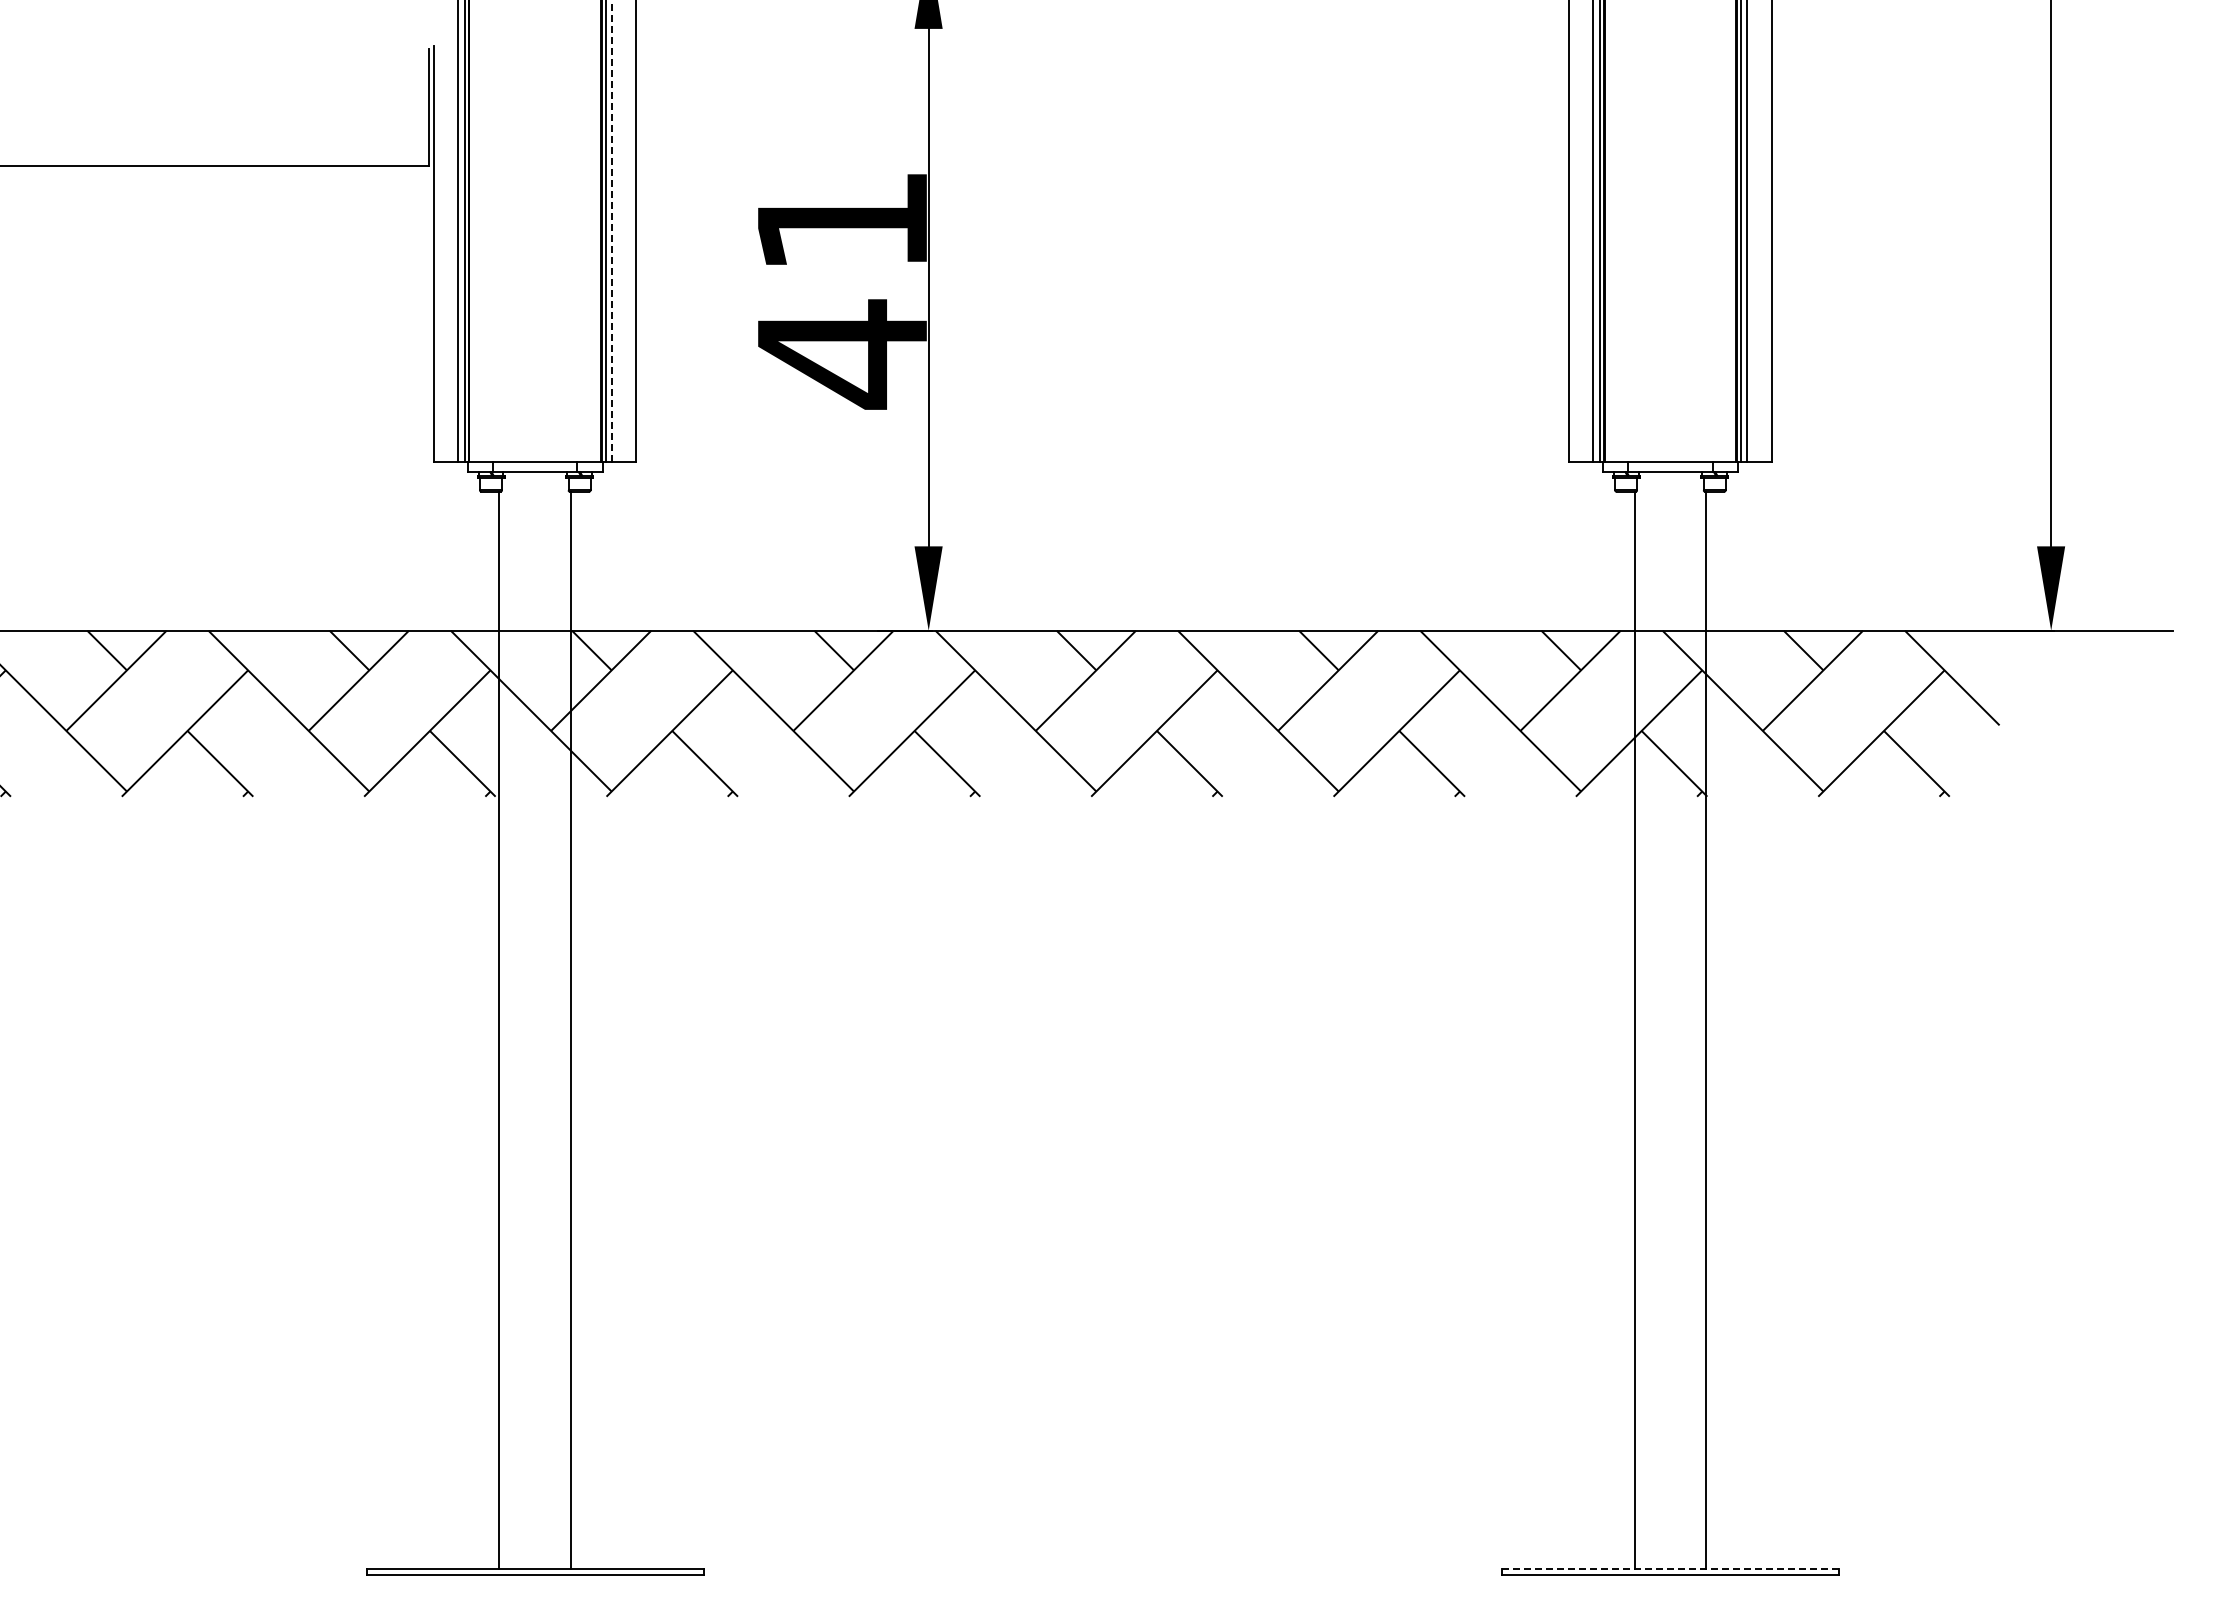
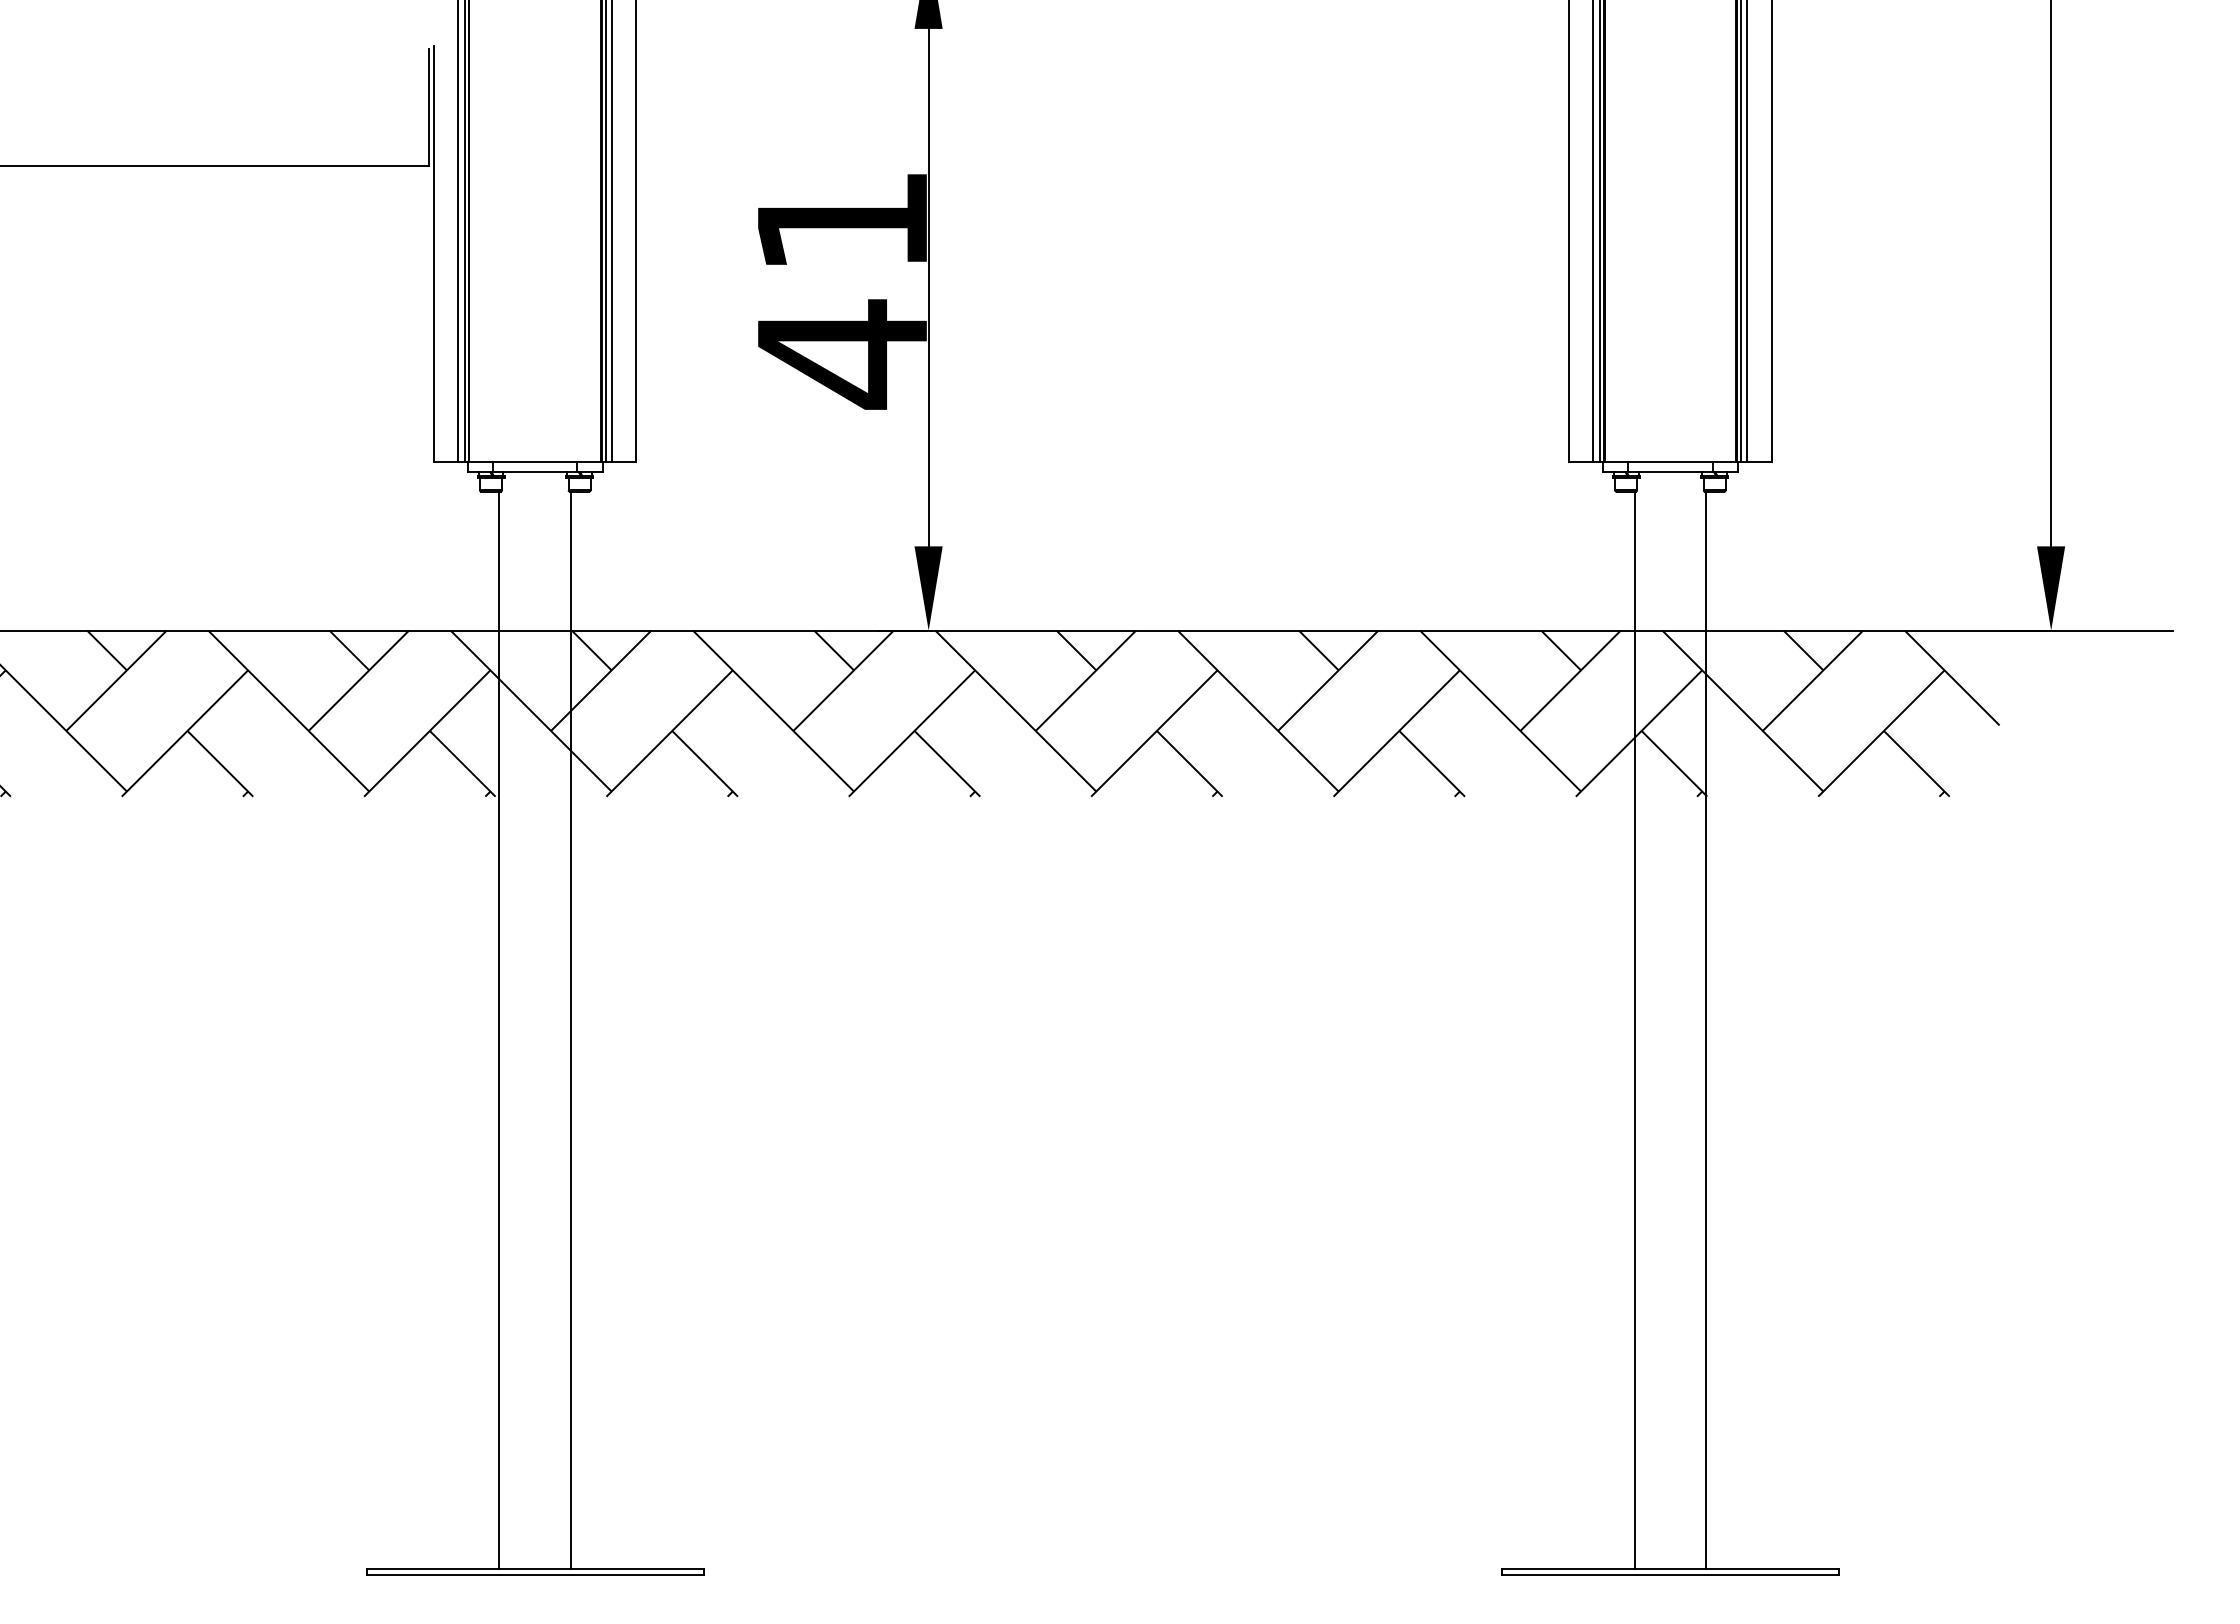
line at (612, 231): dashed -> solid
line at (1670, 1568): dashed -> solid
